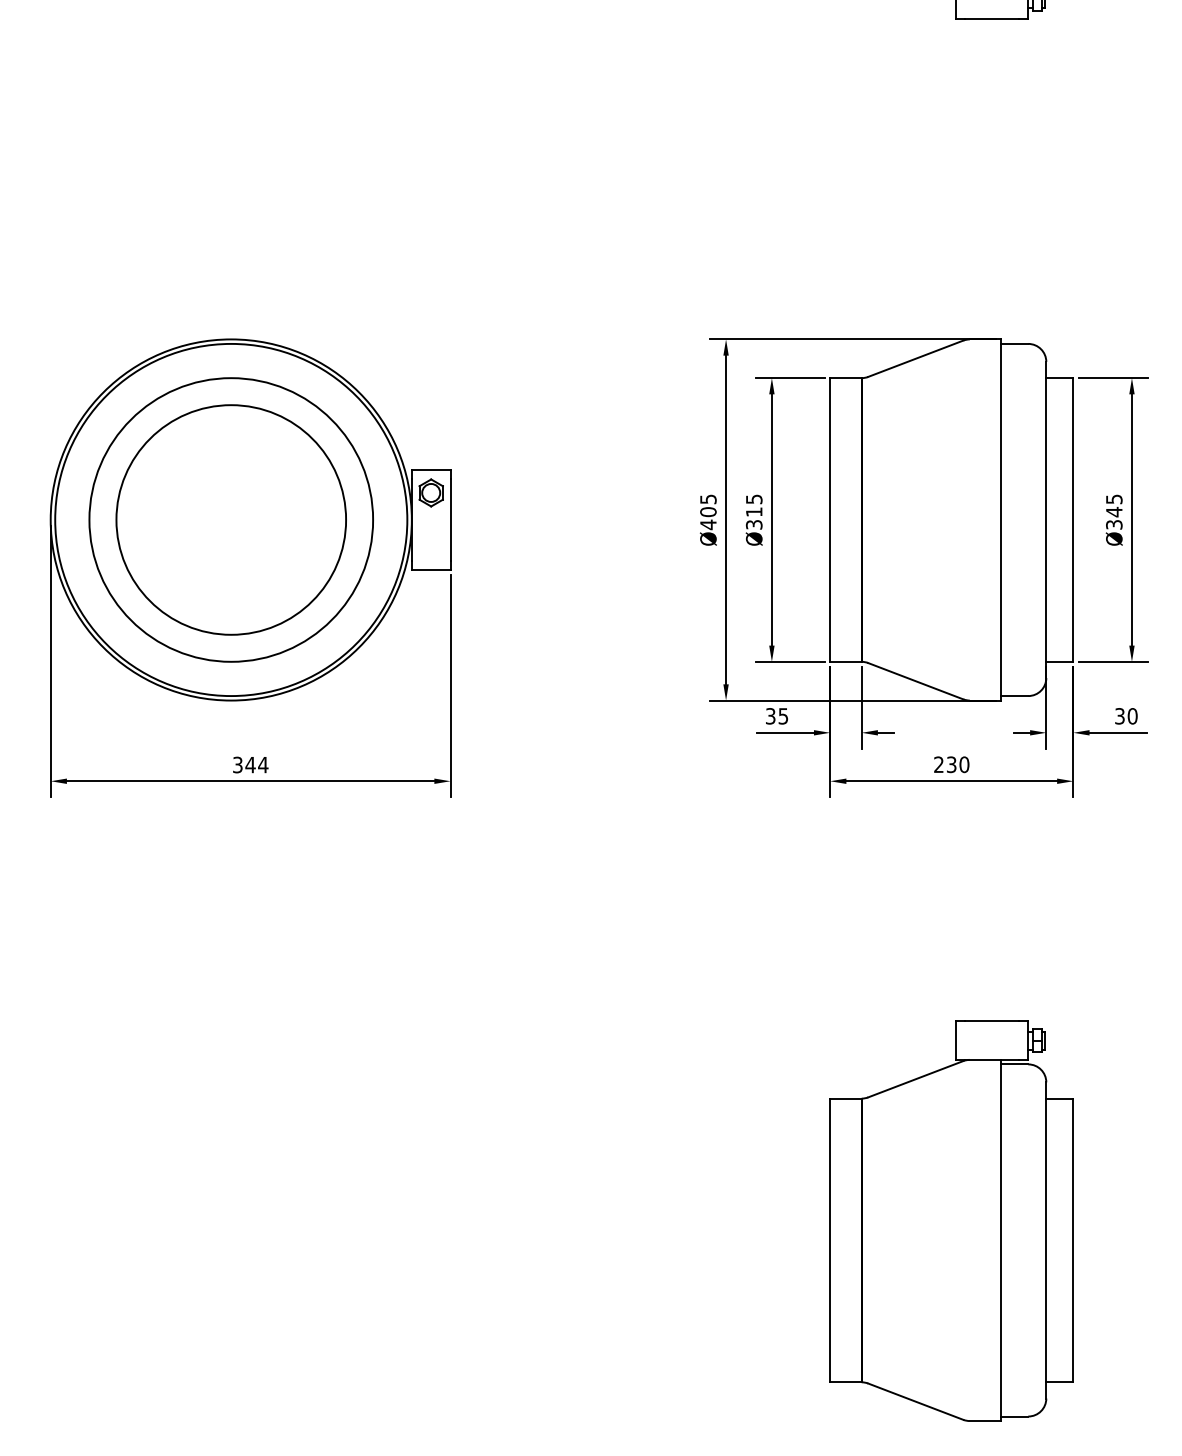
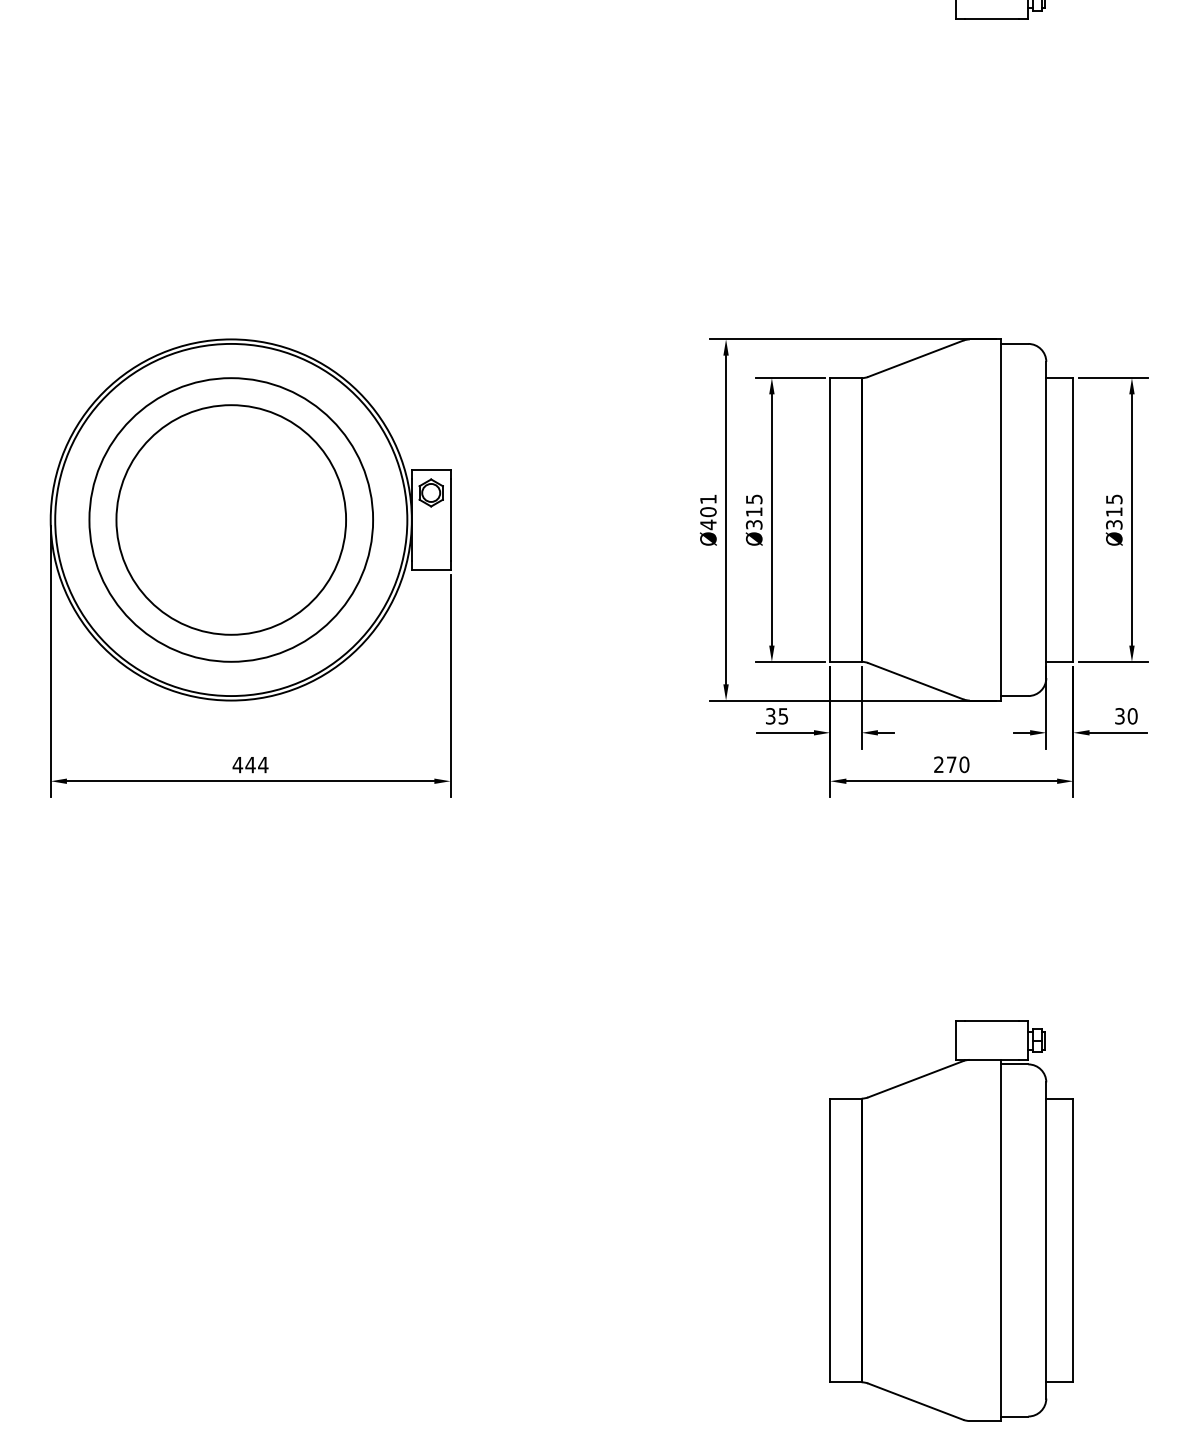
text at (708, 499): Ø405 -> Ø401
text at (1114, 511): Ø345 -> Ø315
text at (237, 764): 344 -> 444
text at (951, 764): 230 -> 270
